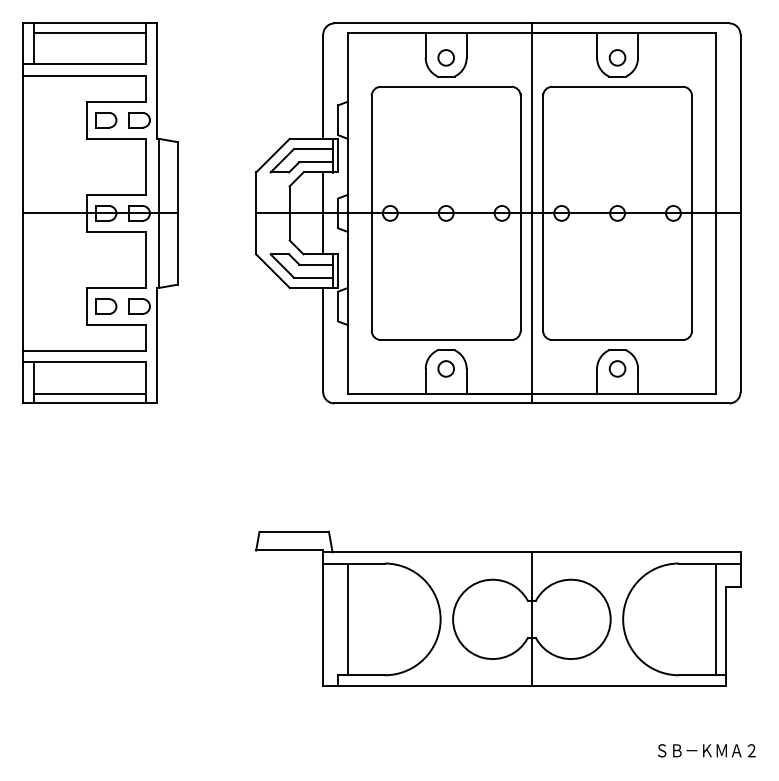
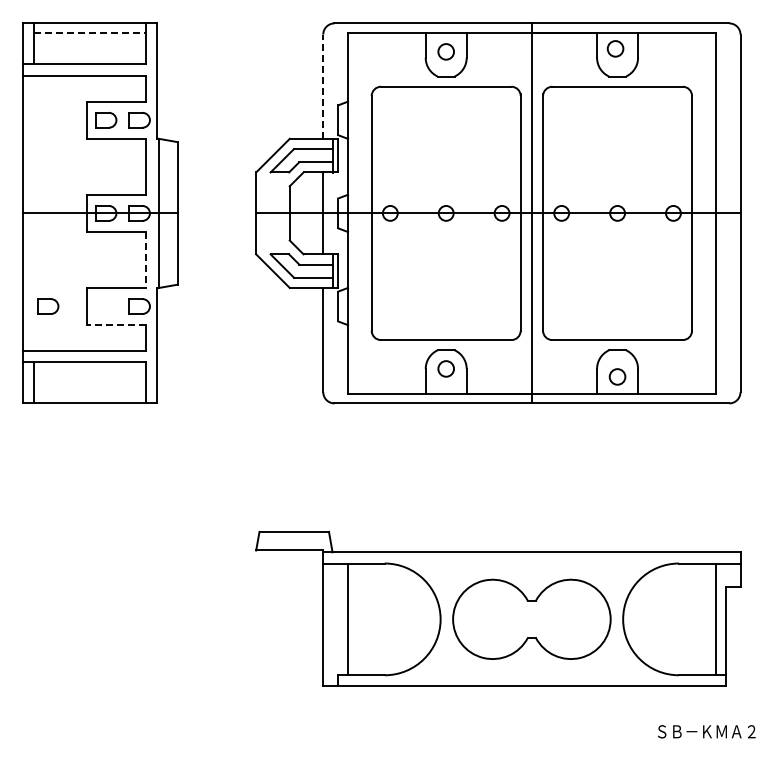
line at (90, 33): solid -> dashed
circle at (445, 57) position: (445, 57) -> (445, 51)
circle at (617, 57) position: (617, 57) -> (615, 48)
line at (323, 86): solid -> dashed
line at (146, 259): solid -> dashed
part at (106, 306) position: (106, 306) -> (48, 306)
line at (116, 325): solid -> dashed
circle at (617, 368) position: (617, 368) -> (617, 376)
line at (90, 393): present -> none
line at (531, 619): present -> none
text at (706, 750) position: (706, 750) -> (706, 731)
